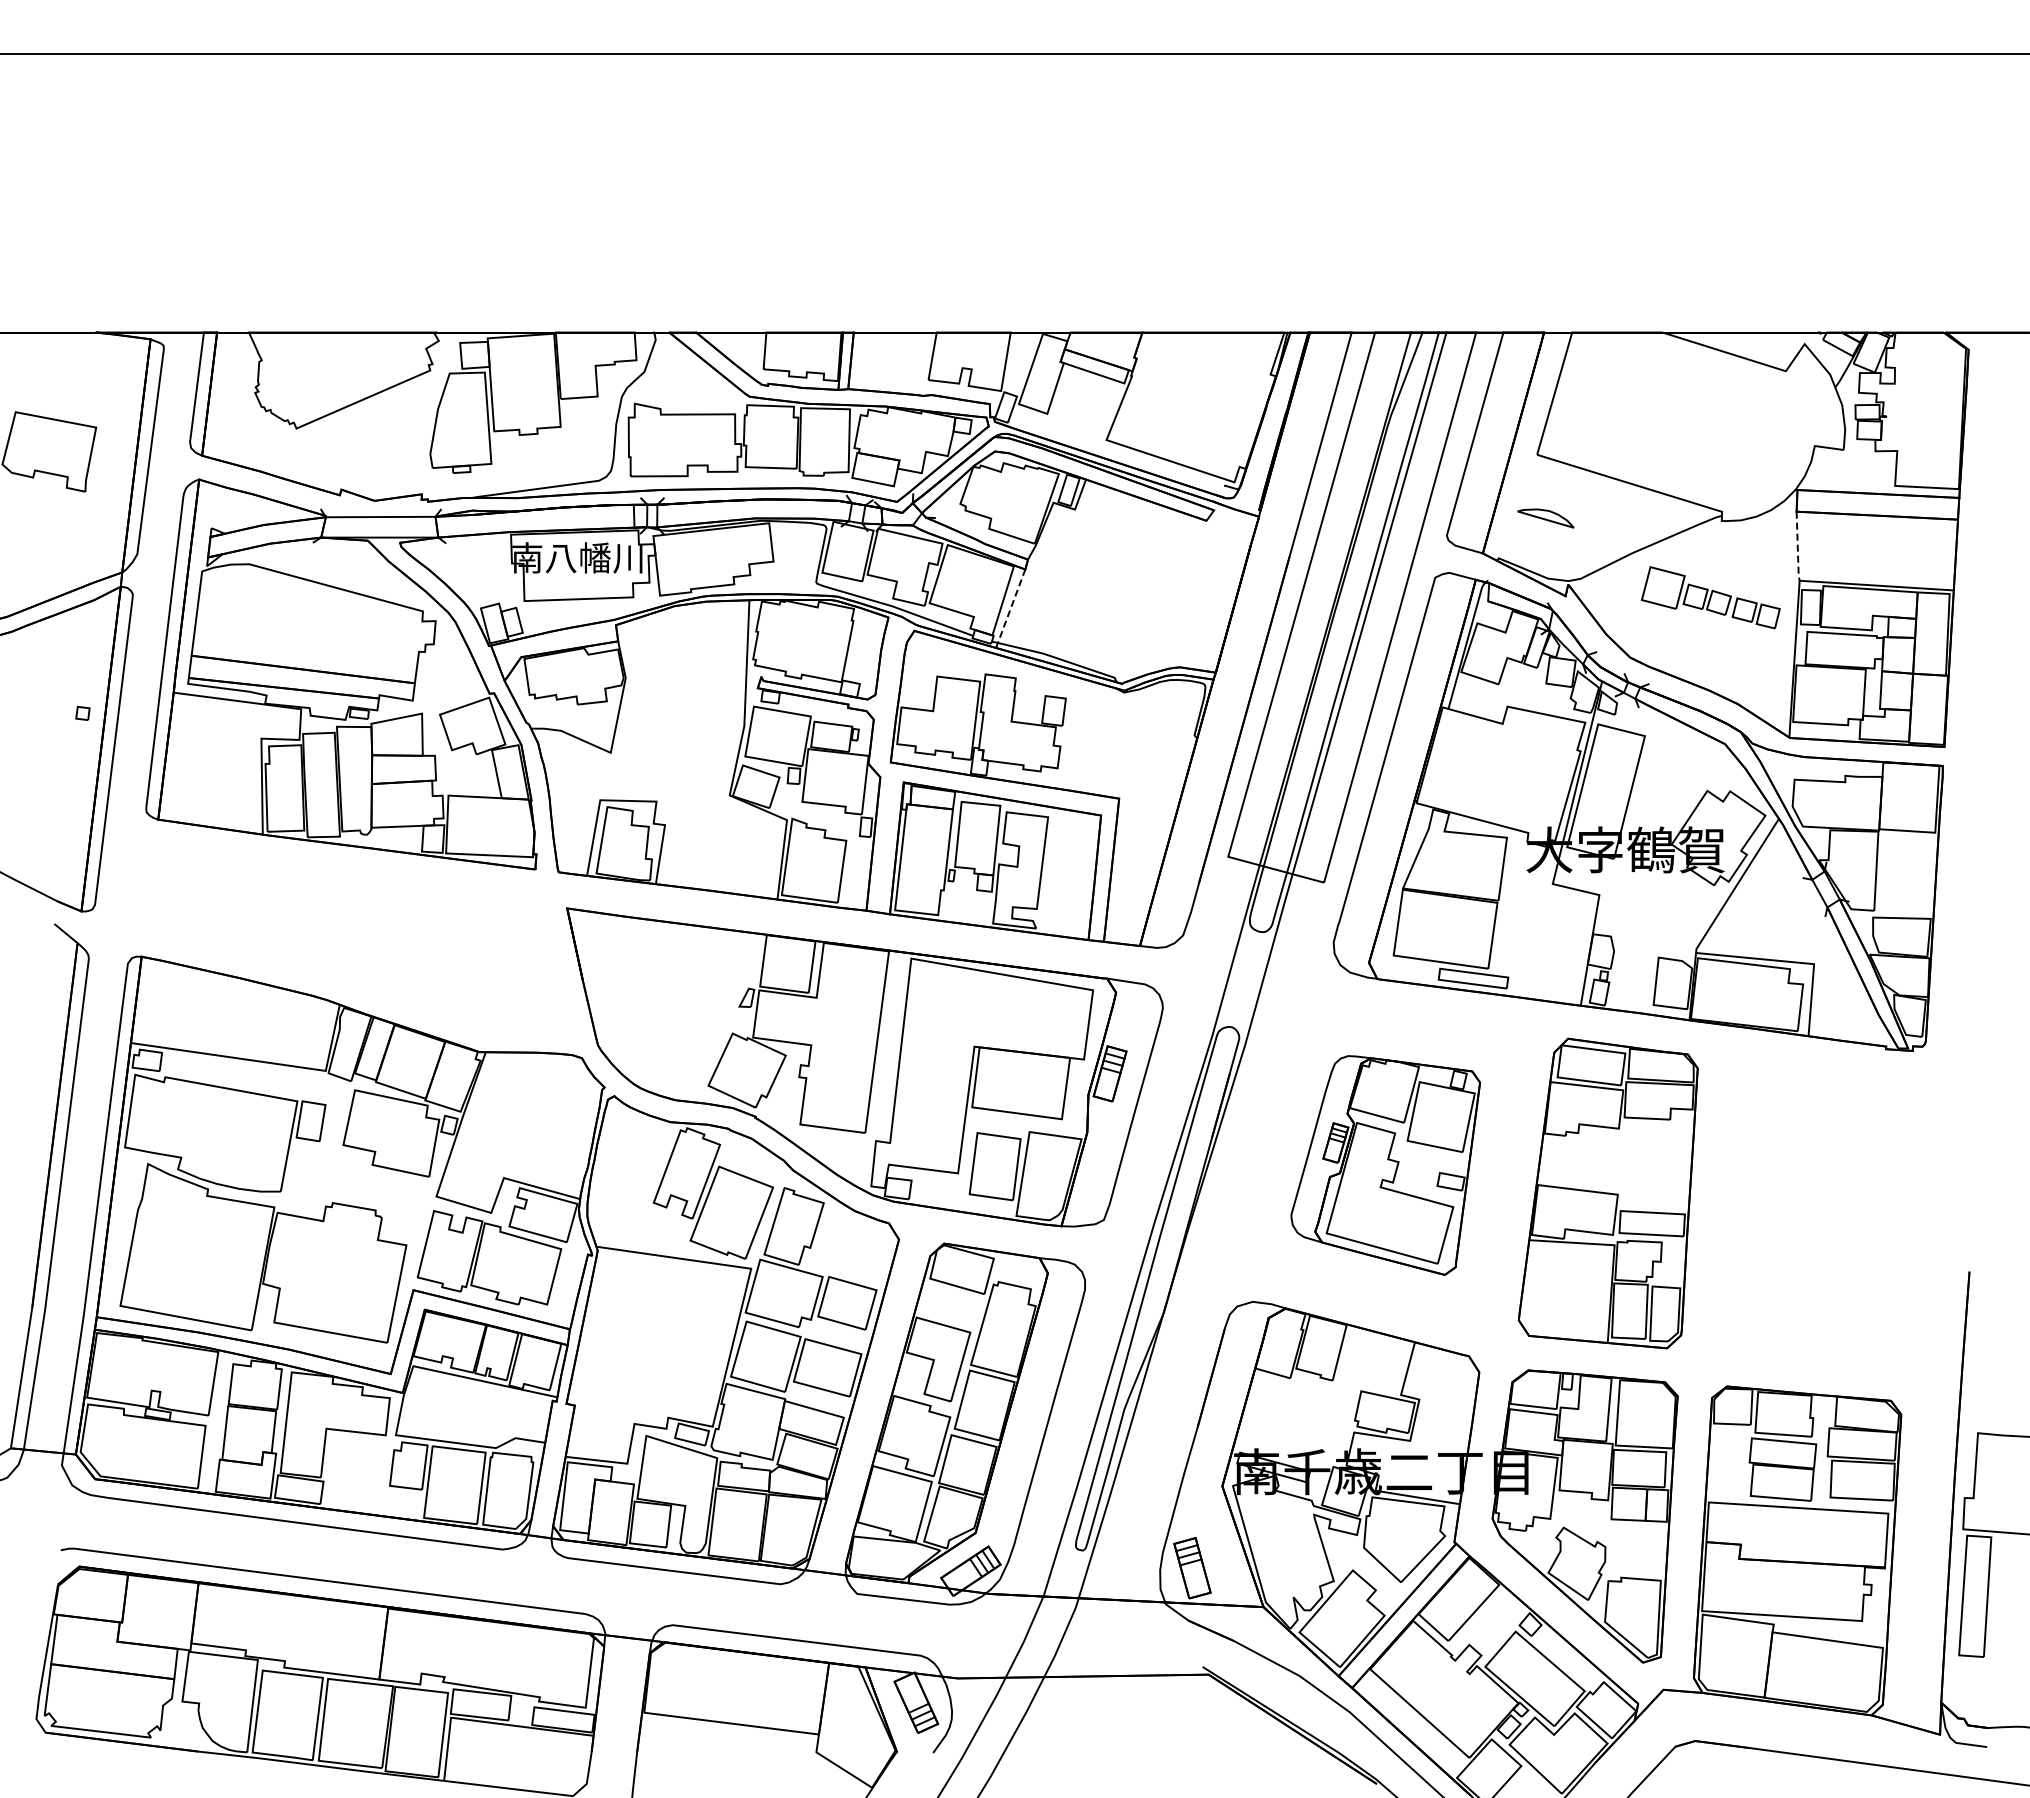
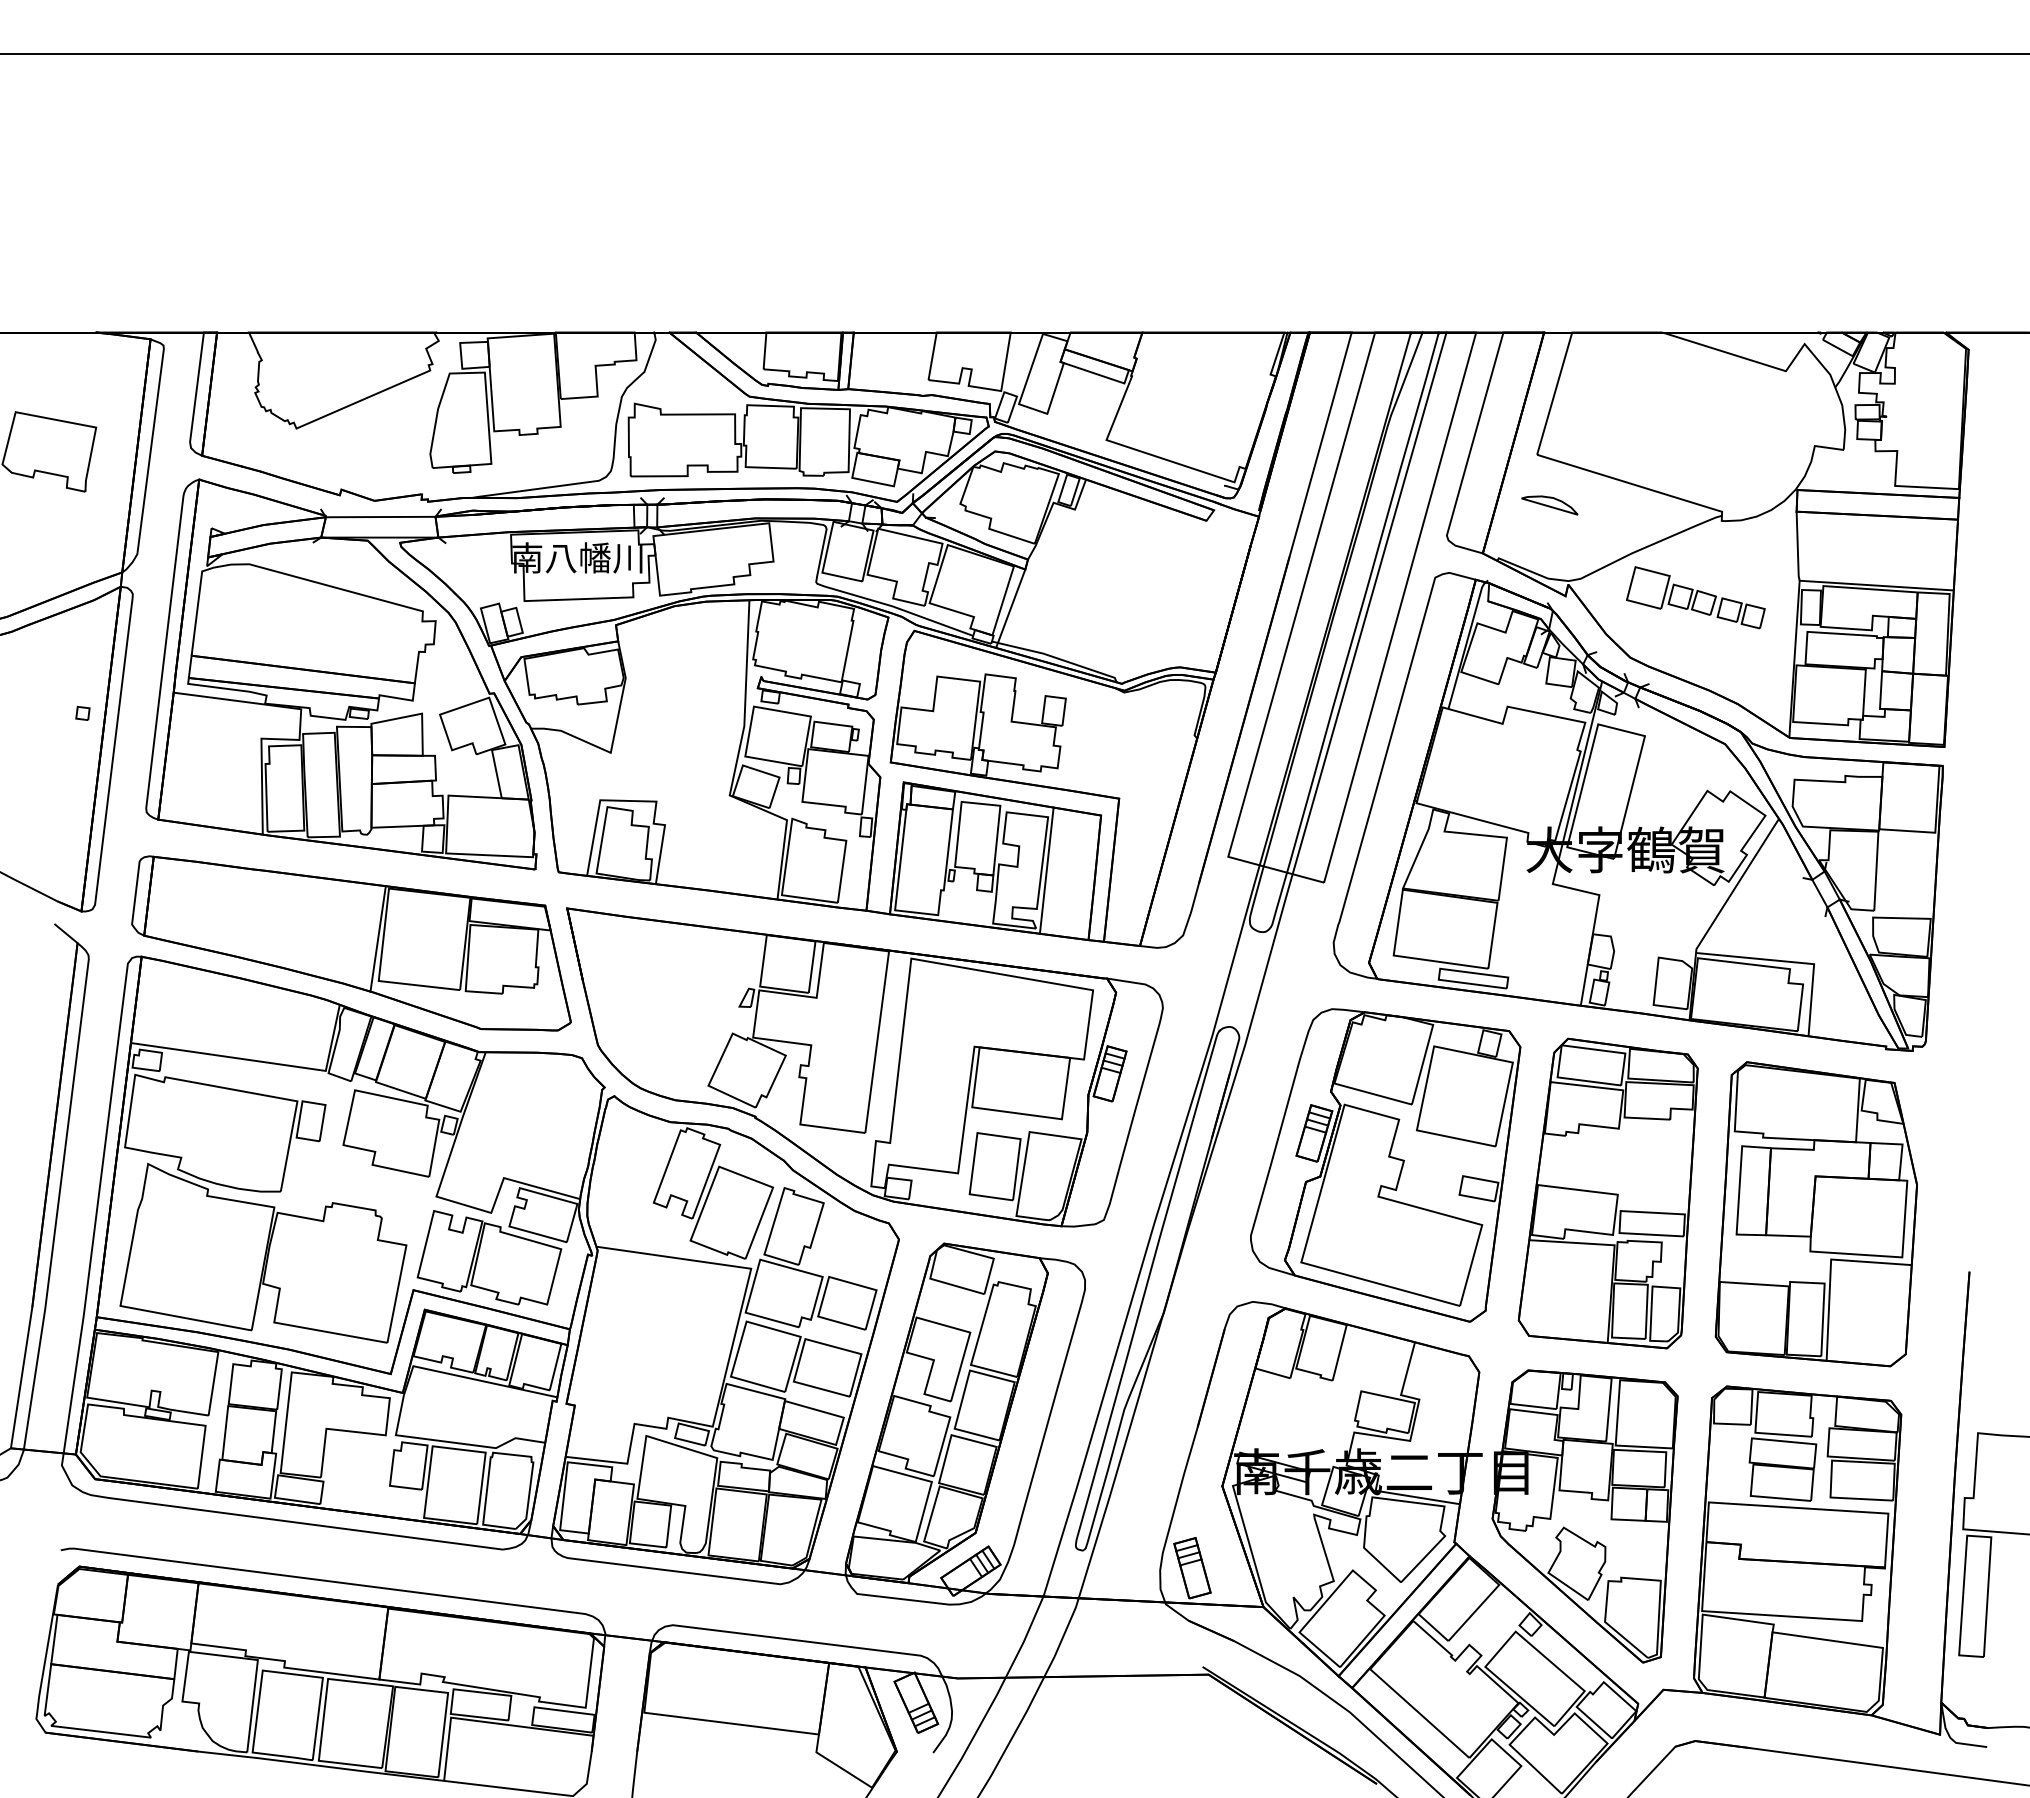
part at (1545, 518) position: (1545, 518) -> (1549, 505)
line at (1797, 547): dashed -> solid
part at (1710, 597) position: (1710, 597) -> (1695, 597)
line at (1010, 608): dashed -> solid
line at (1046, 870): none -> present
part at (351, 943): none -> present
part at (1385, 1165) size: 191x221 px -> 272x315 px
part at (1815, 1214): none -> present
